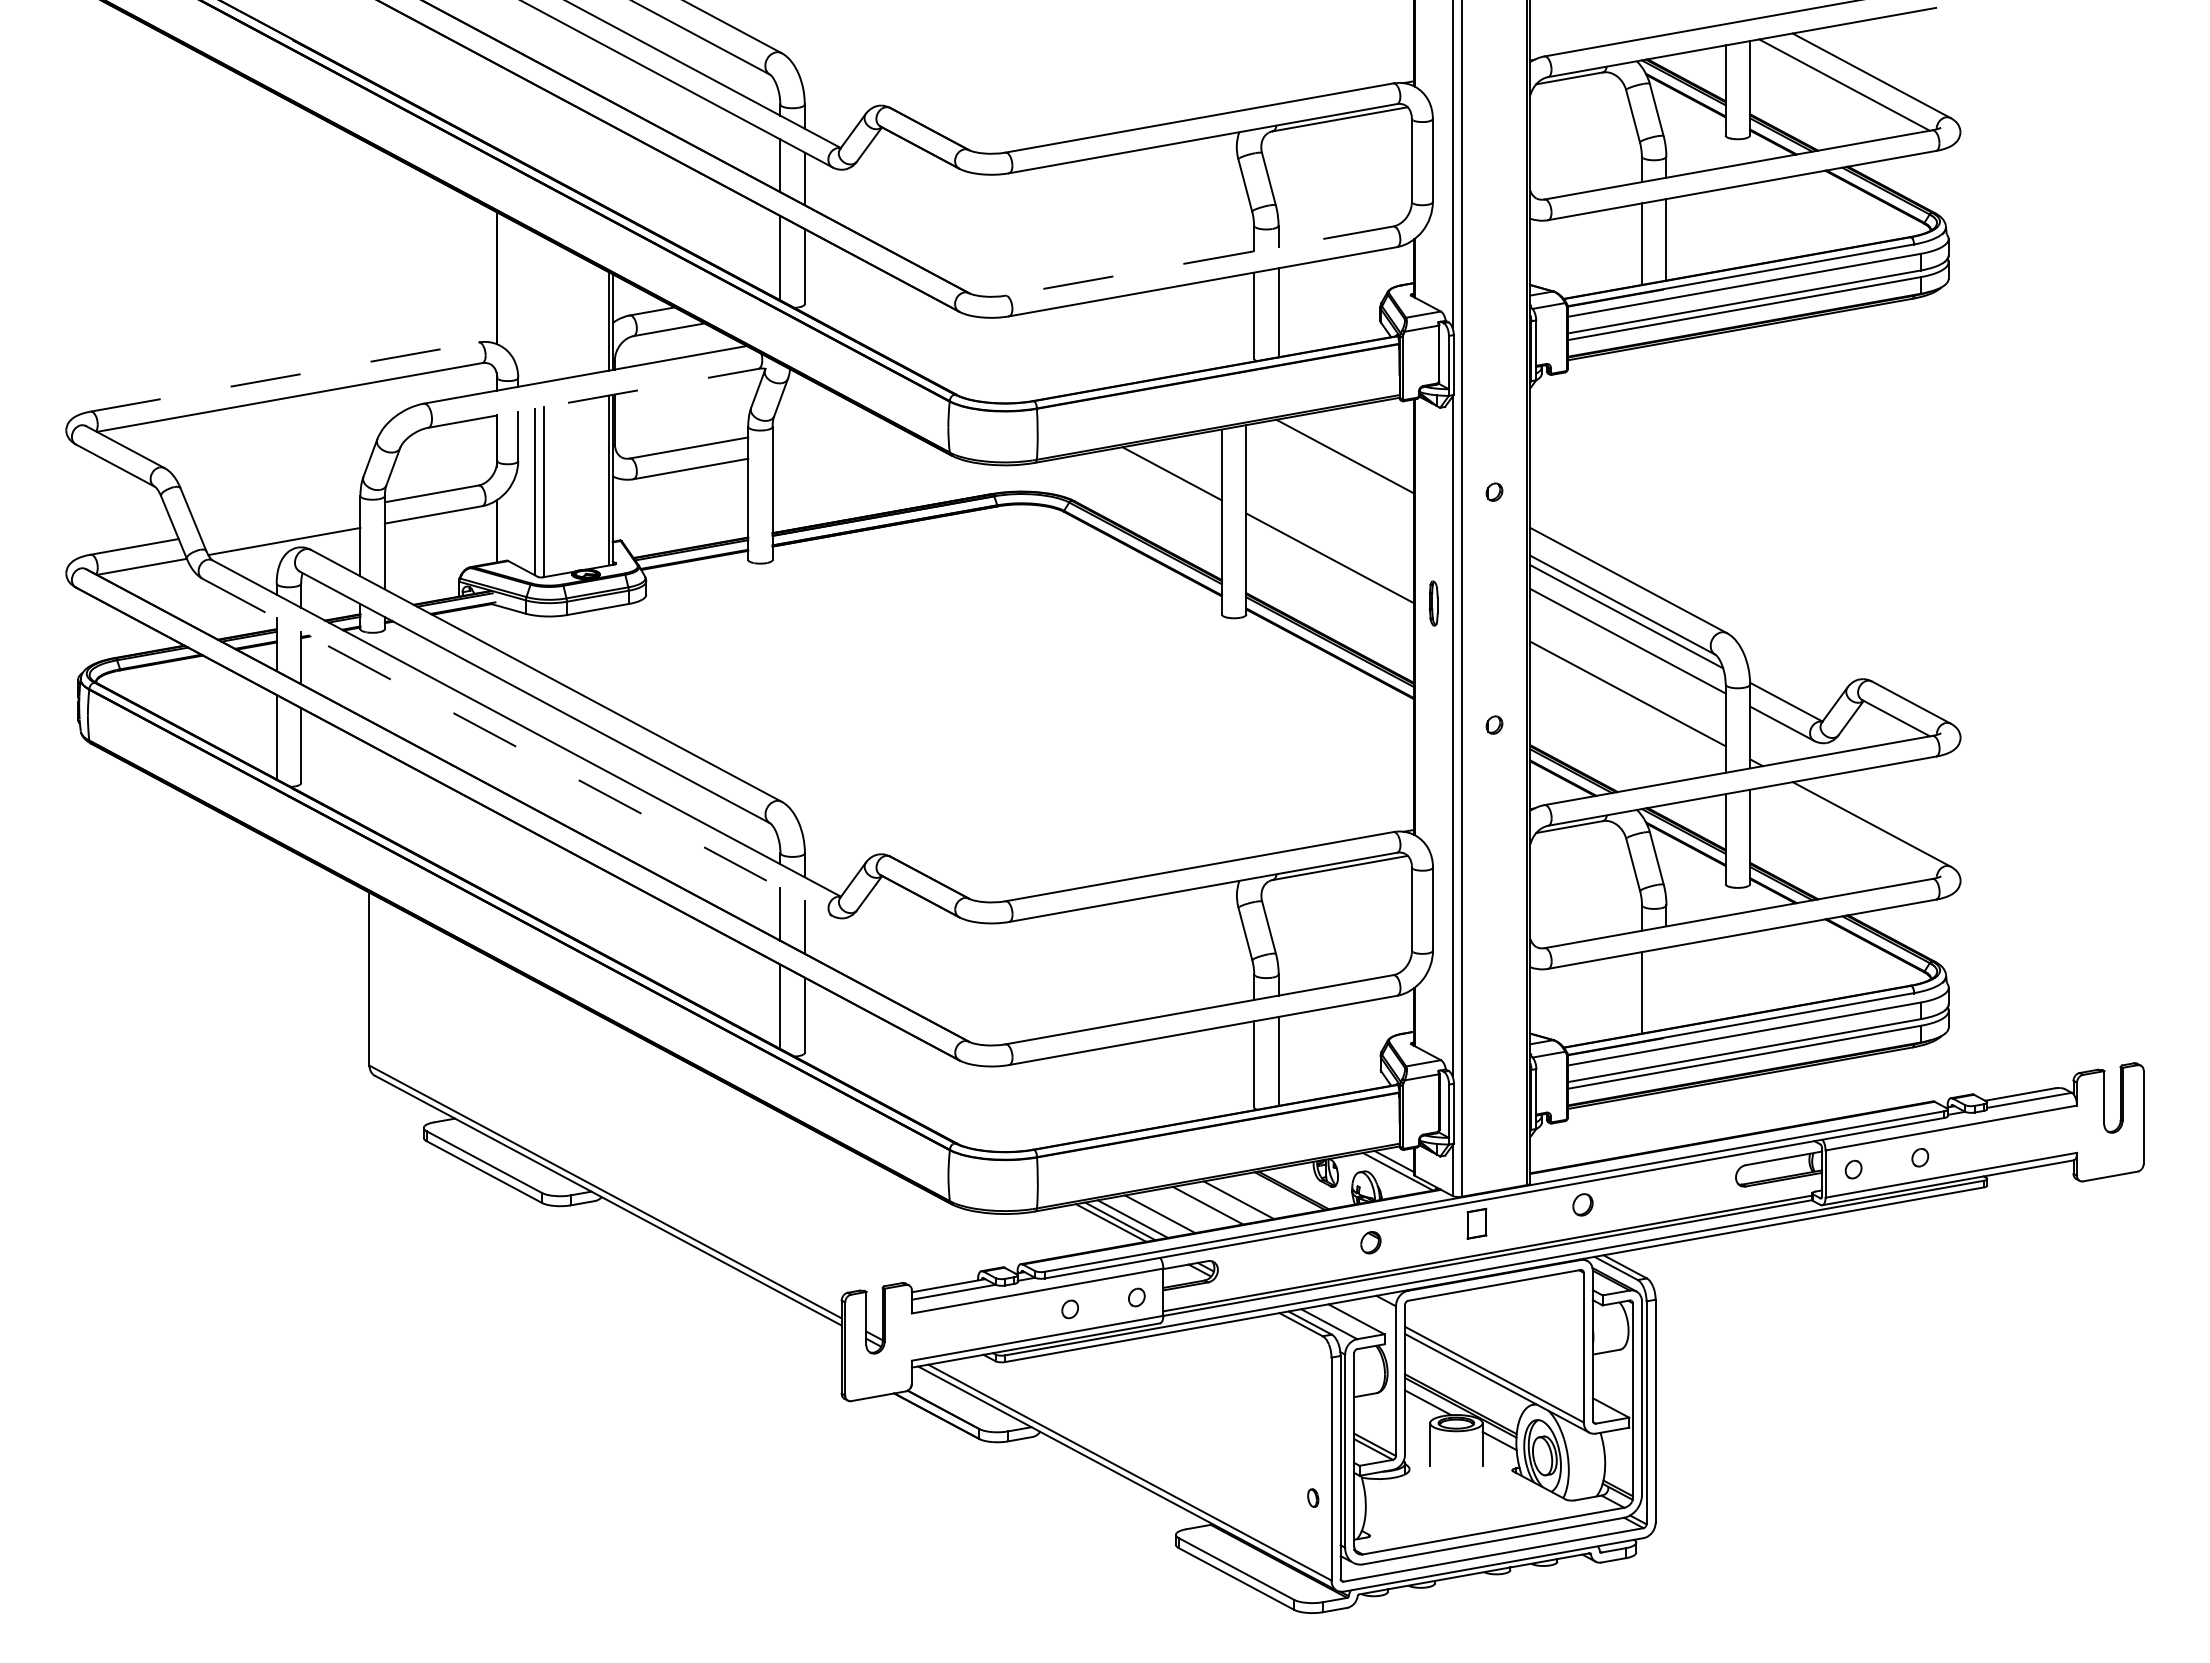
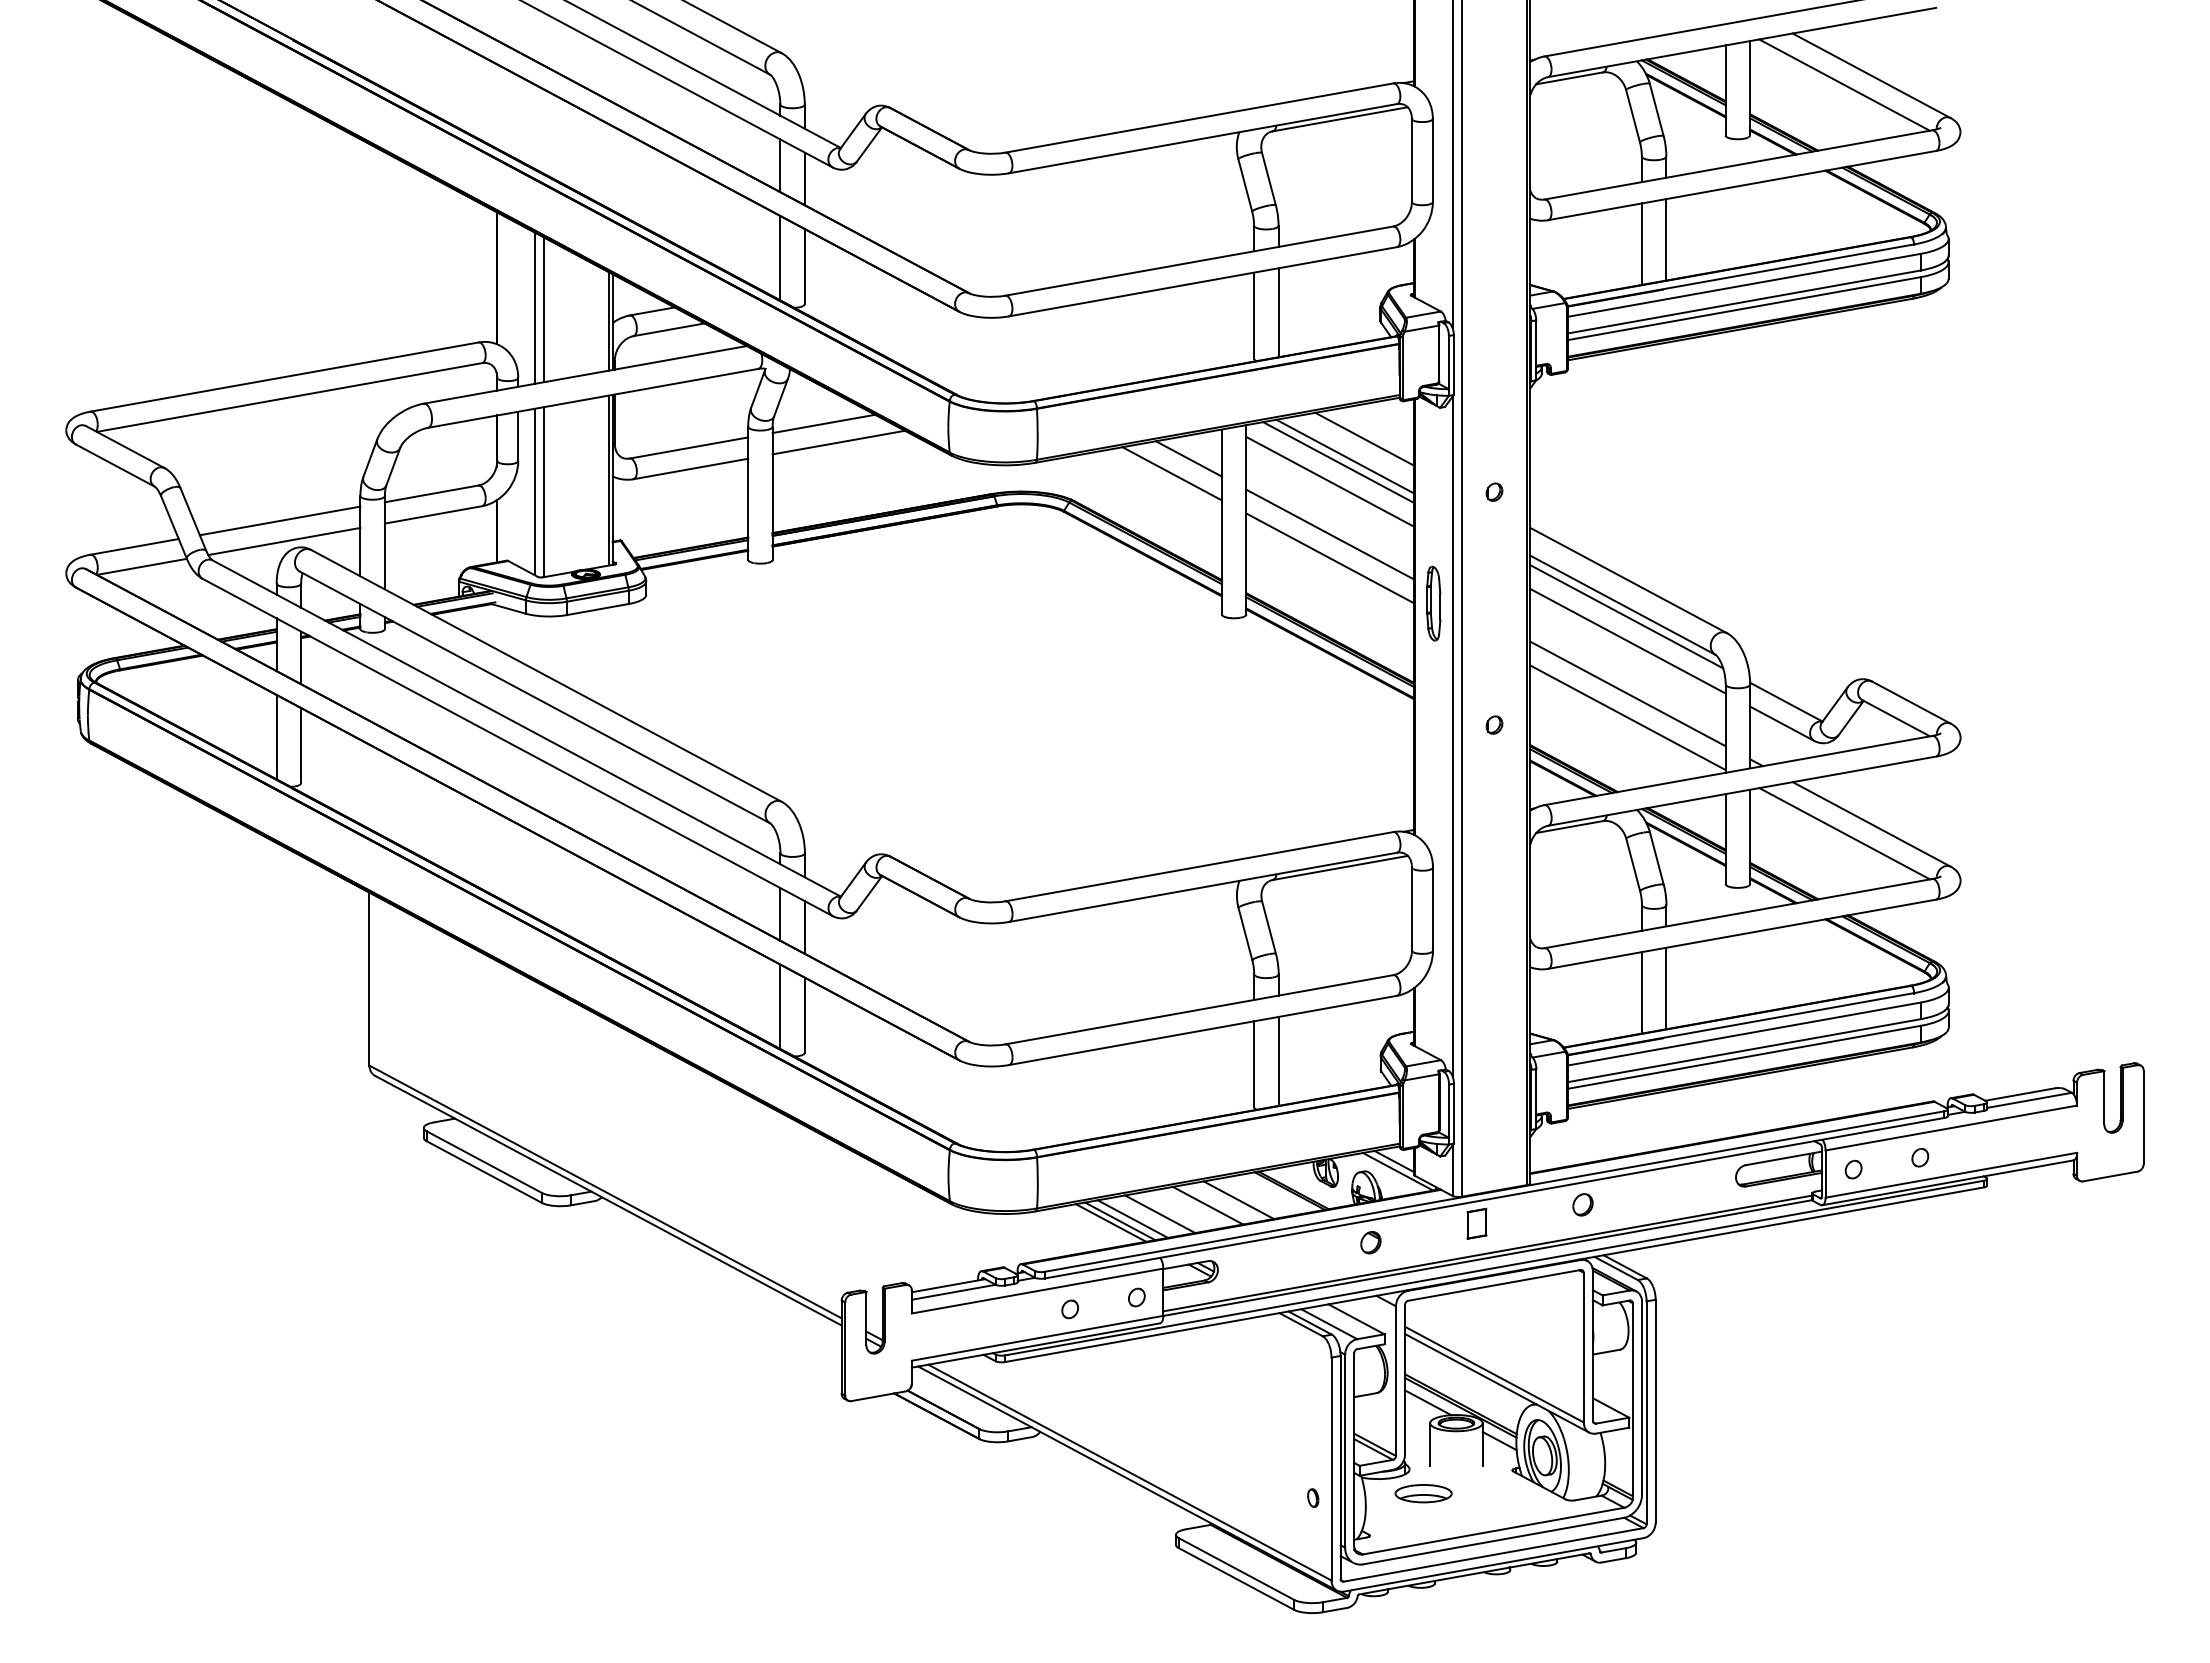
line at (1198, 261): dashed -> solid
line at (534, 307): none -> present
line at (544, 309): none -> present
line at (285, 376): dashed -> solid
line at (593, 398): dashed -> solid
line at (823, 423): none -> present
line at (1364, 438): none -> present
line at (838, 442): none -> present
line at (1188, 458): none -> present
line at (1338, 462): none -> present
line at (1330, 481): none -> present
line at (279, 520): none -> present
line at (1330, 534): none -> present
part at (1433, 603) size: 11x47 px -> 16x77 px
line at (1627, 717): none -> present
line at (518, 747): dashed -> solid
line at (1844, 833): none -> present
line at (1666, 988): none -> present
part at (1423, 1493): none -> present
